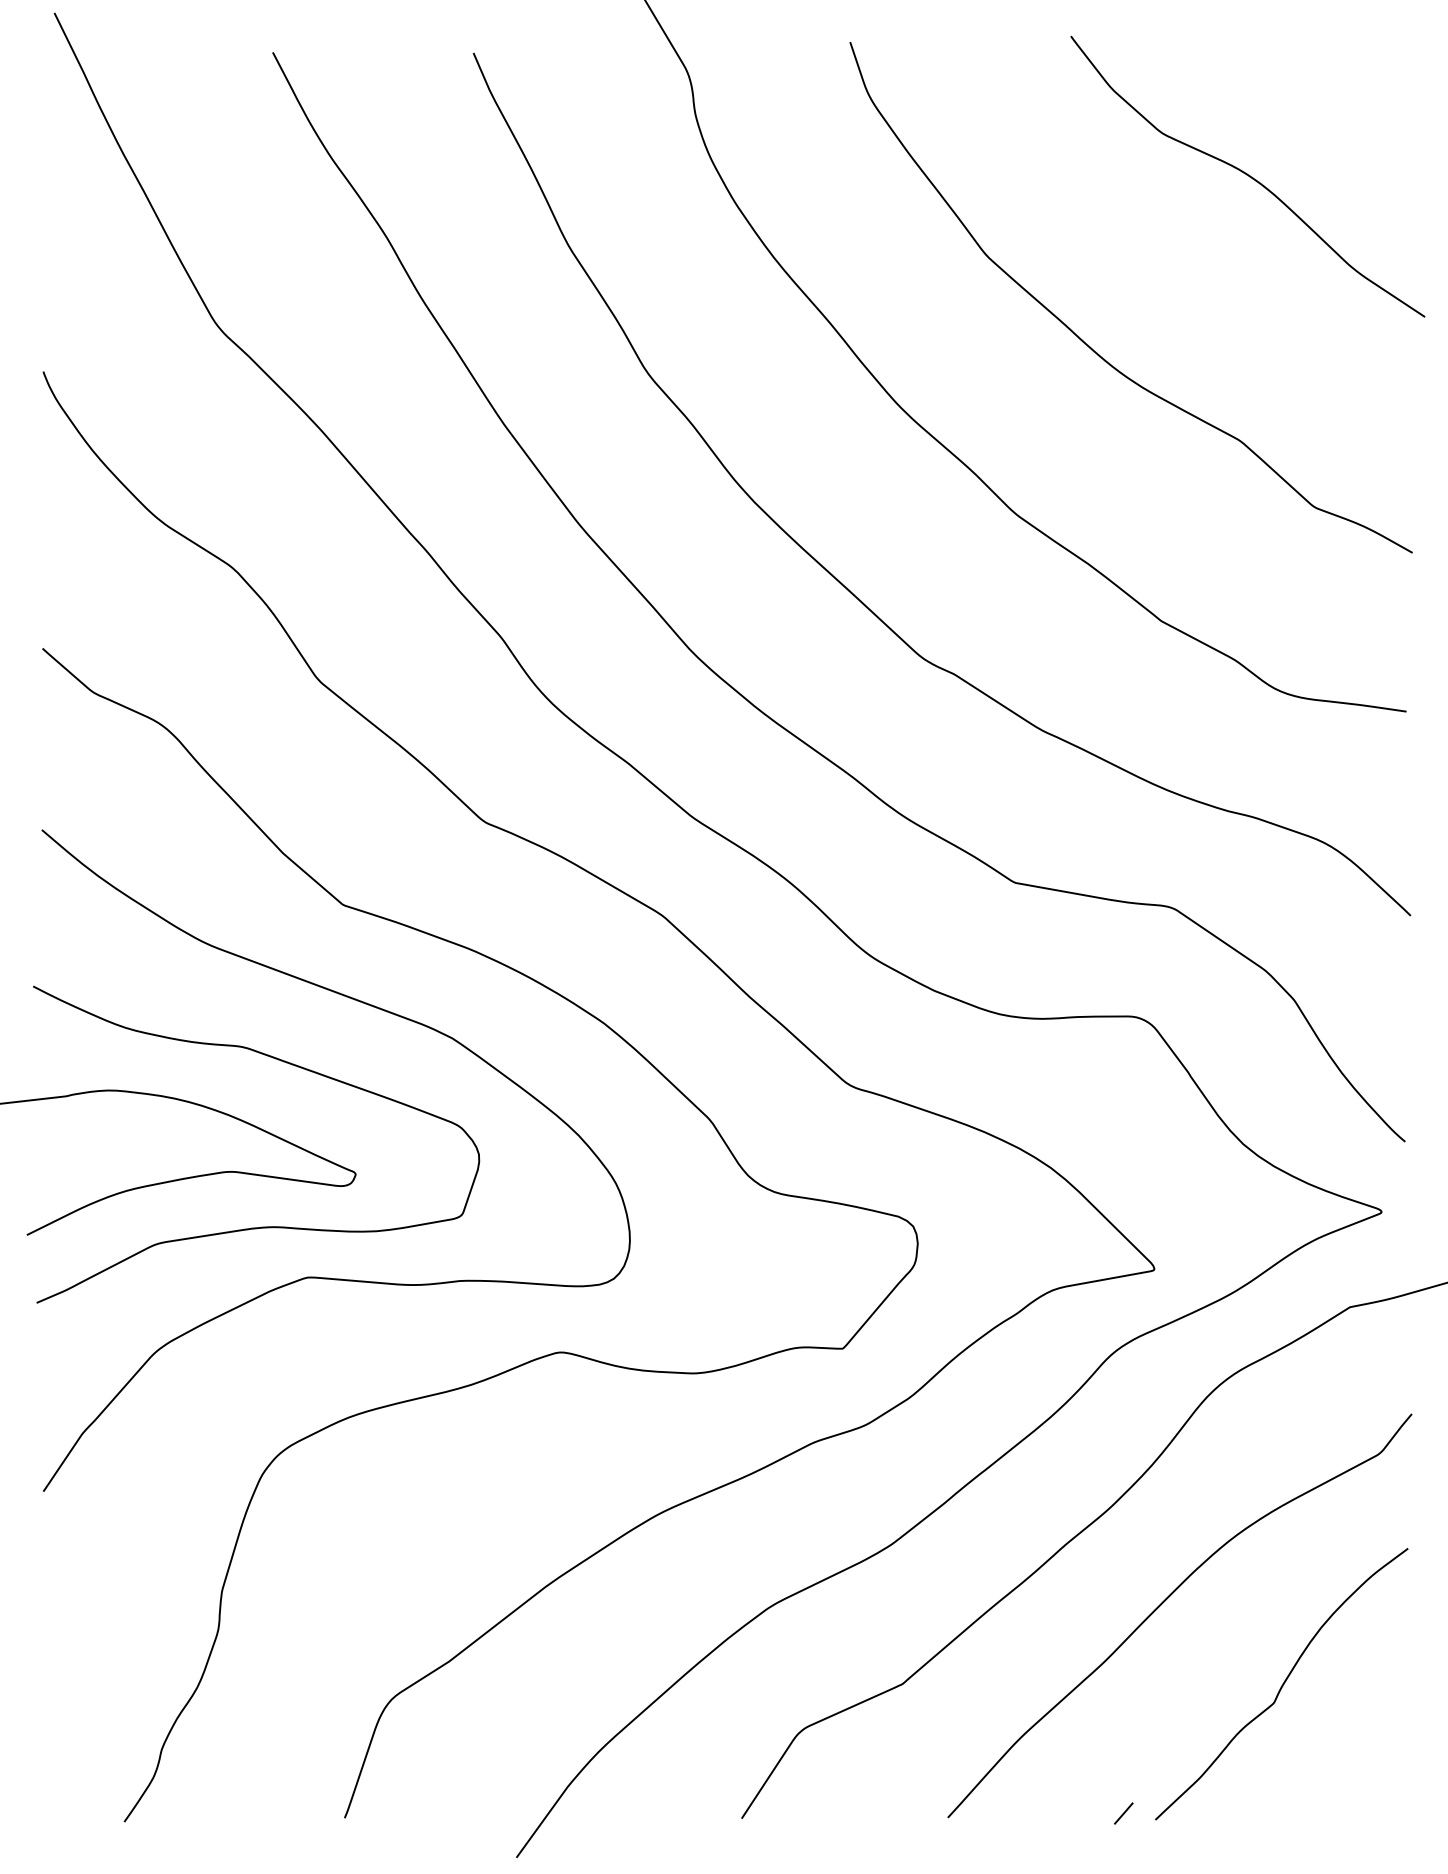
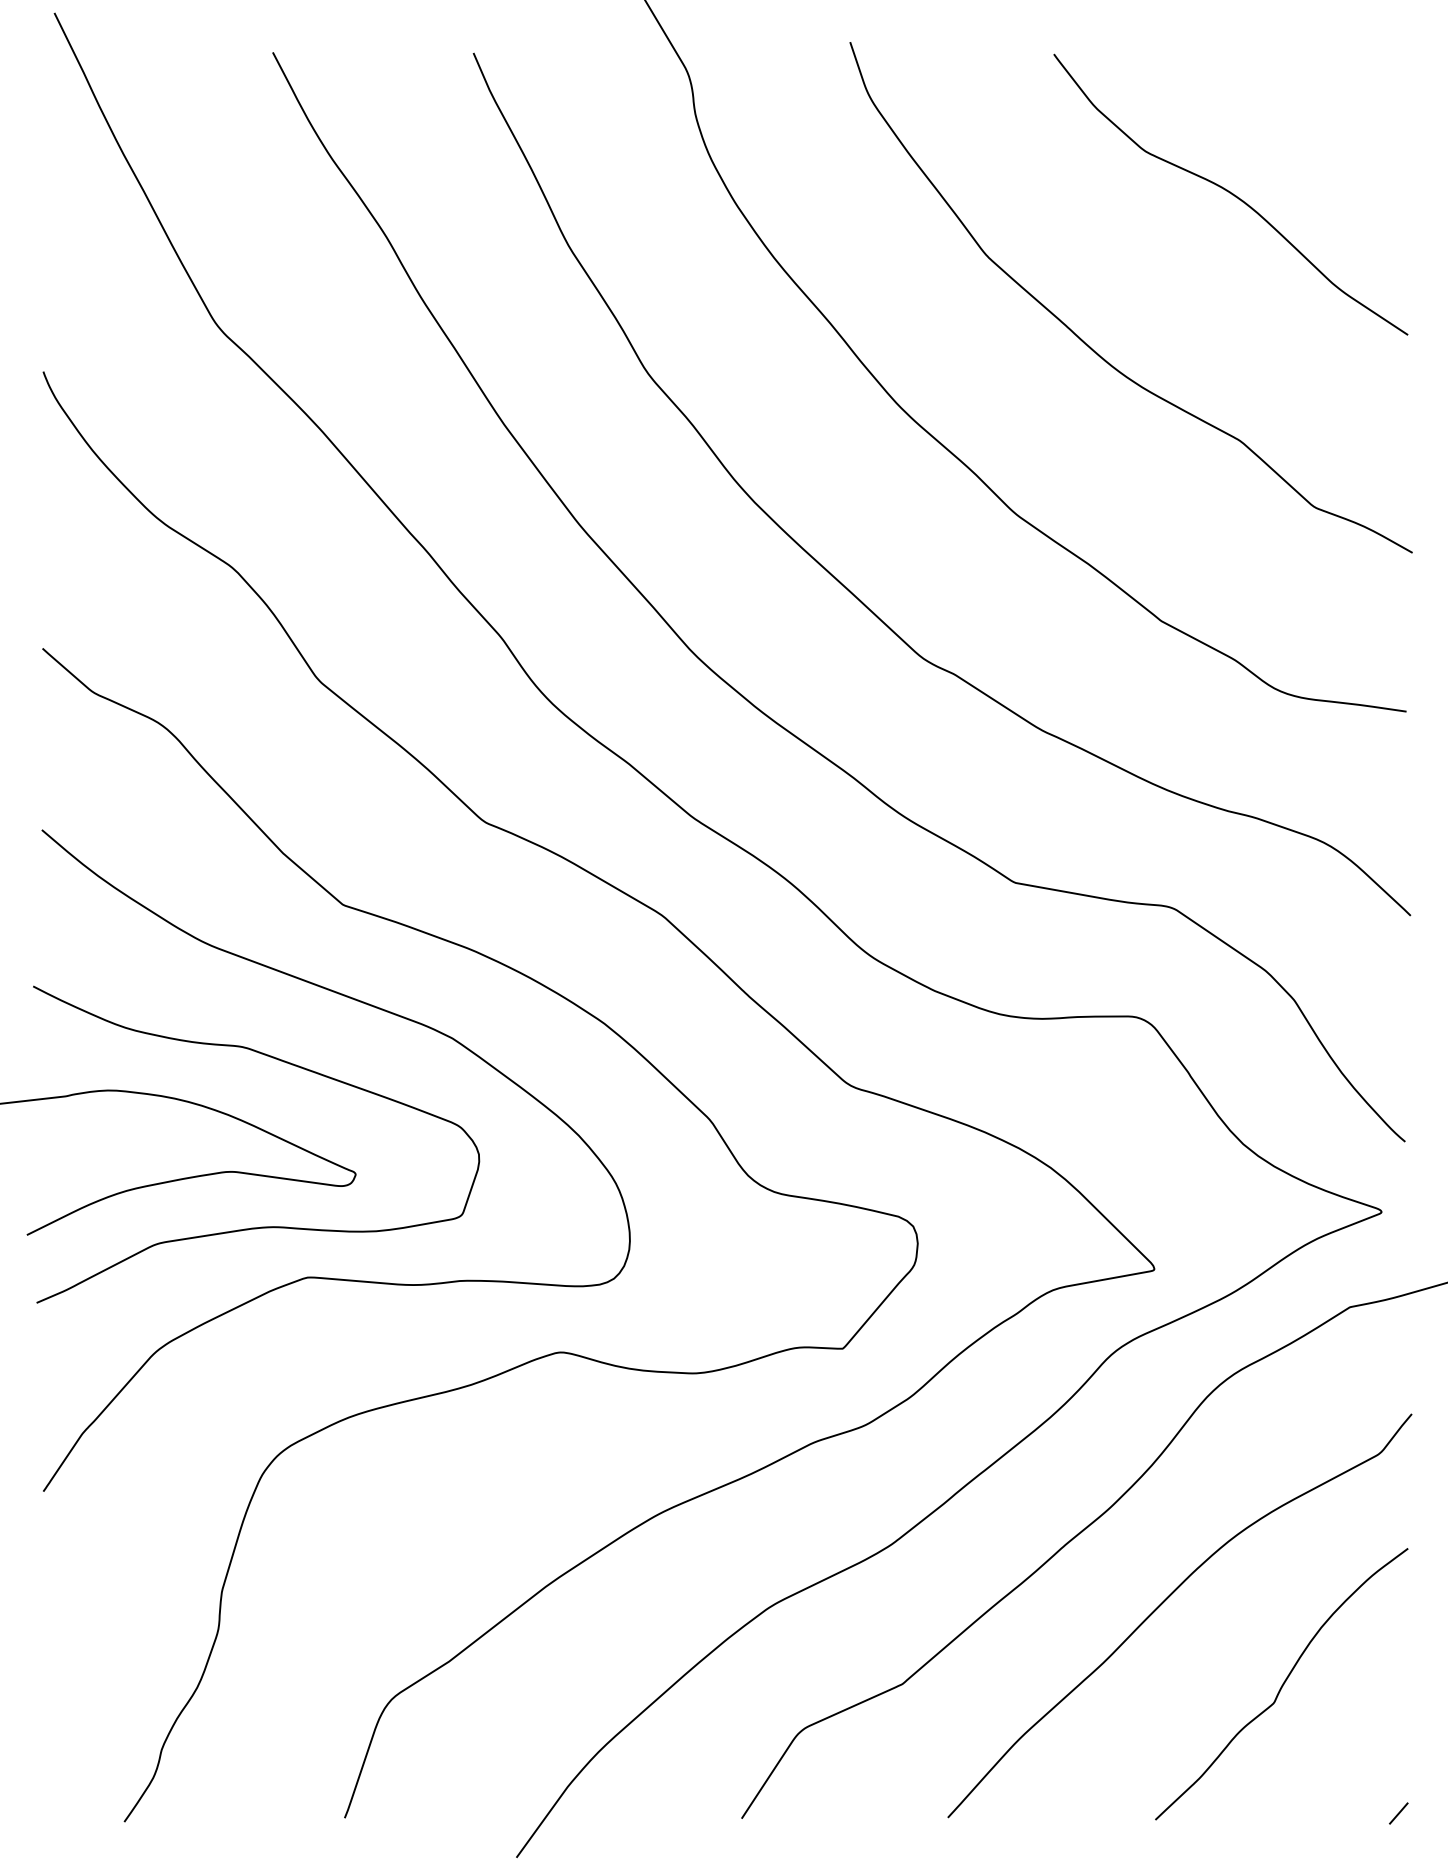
curve at (1247, 175) position: (1247, 175) -> (1230, 193)
line at (1123, 1813) position: (1123, 1813) -> (1398, 1813)
